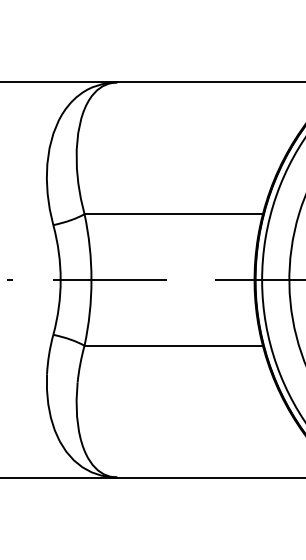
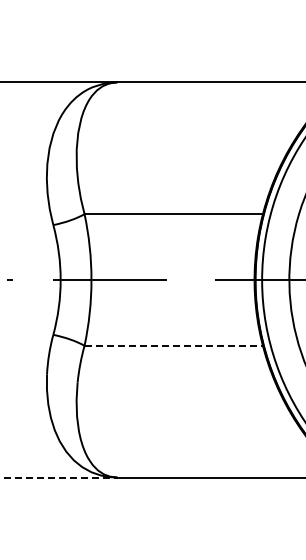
line at (174, 345): solid -> dashed
line at (59, 477): solid -> dashed
